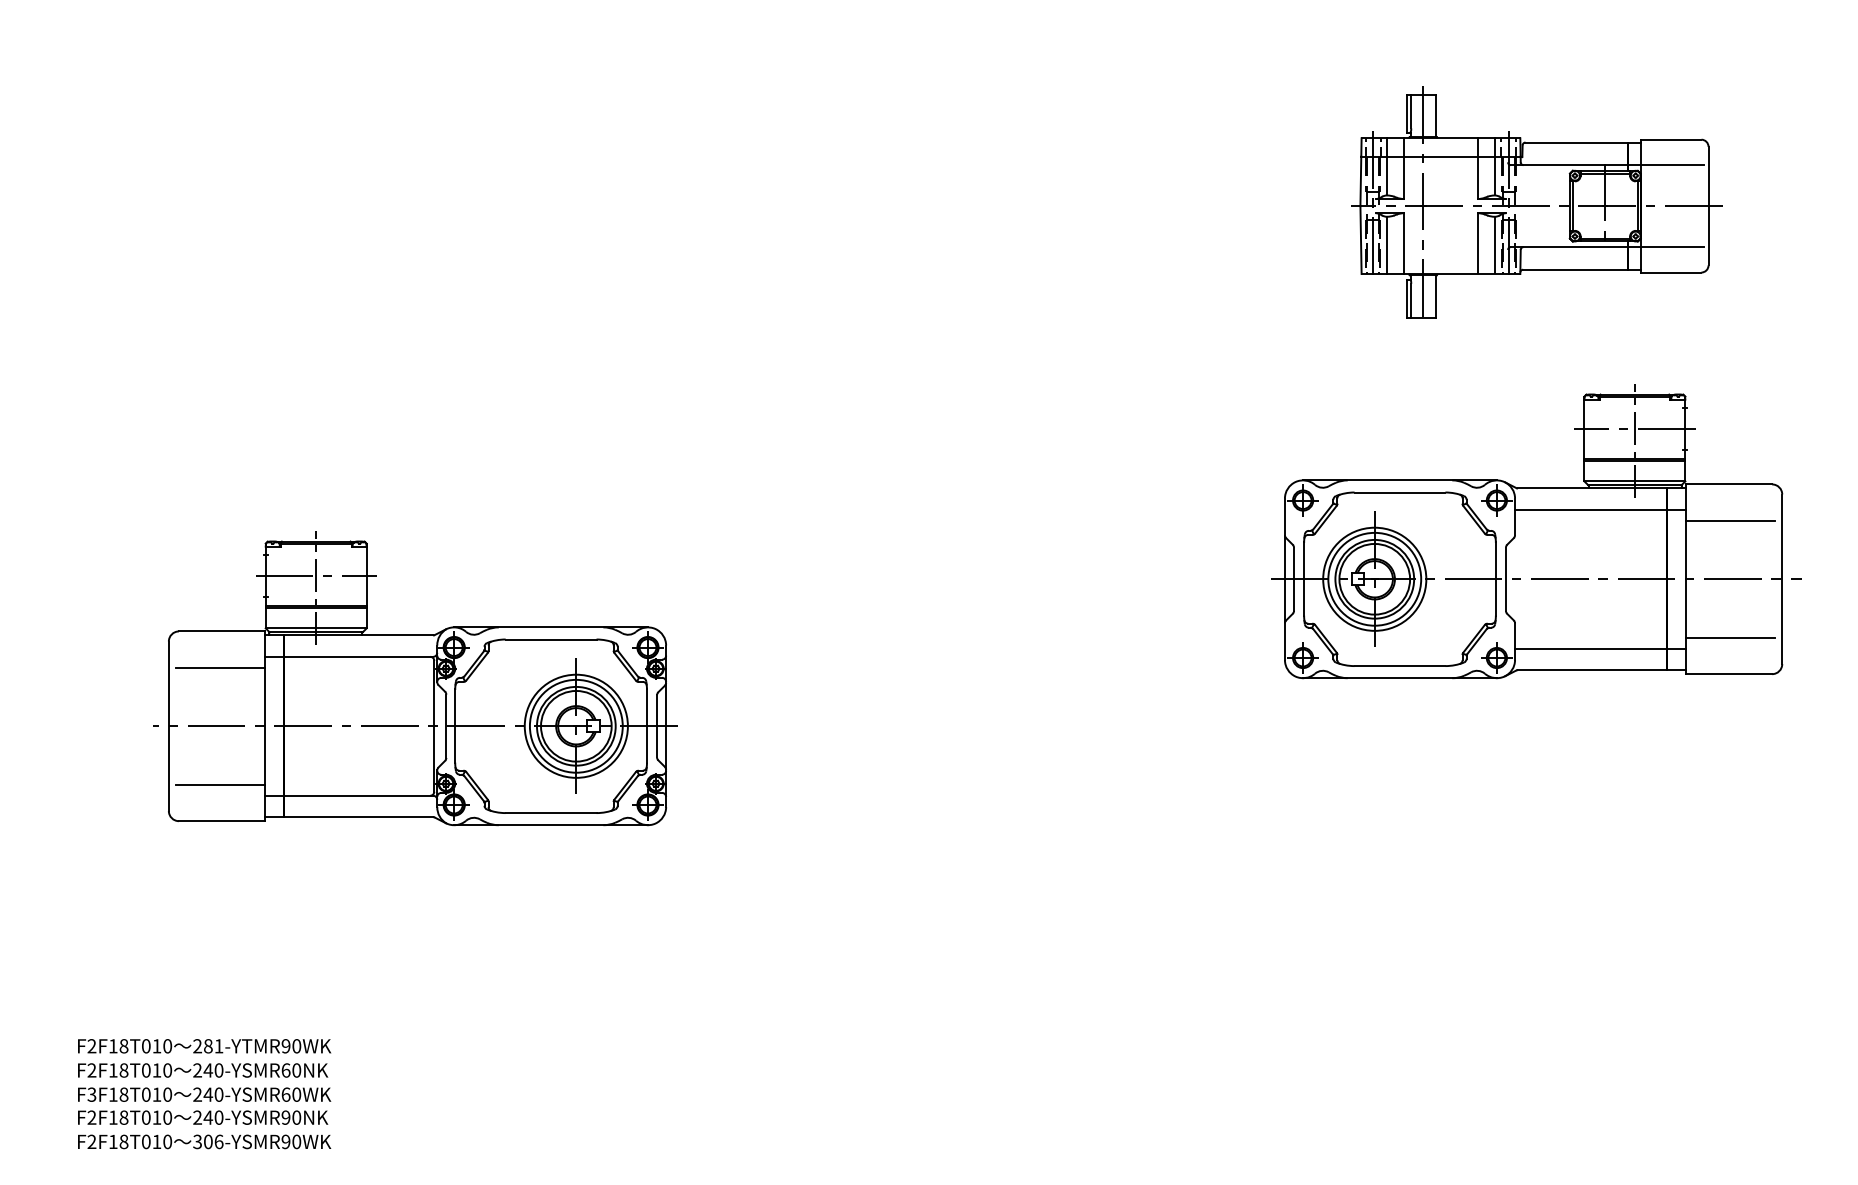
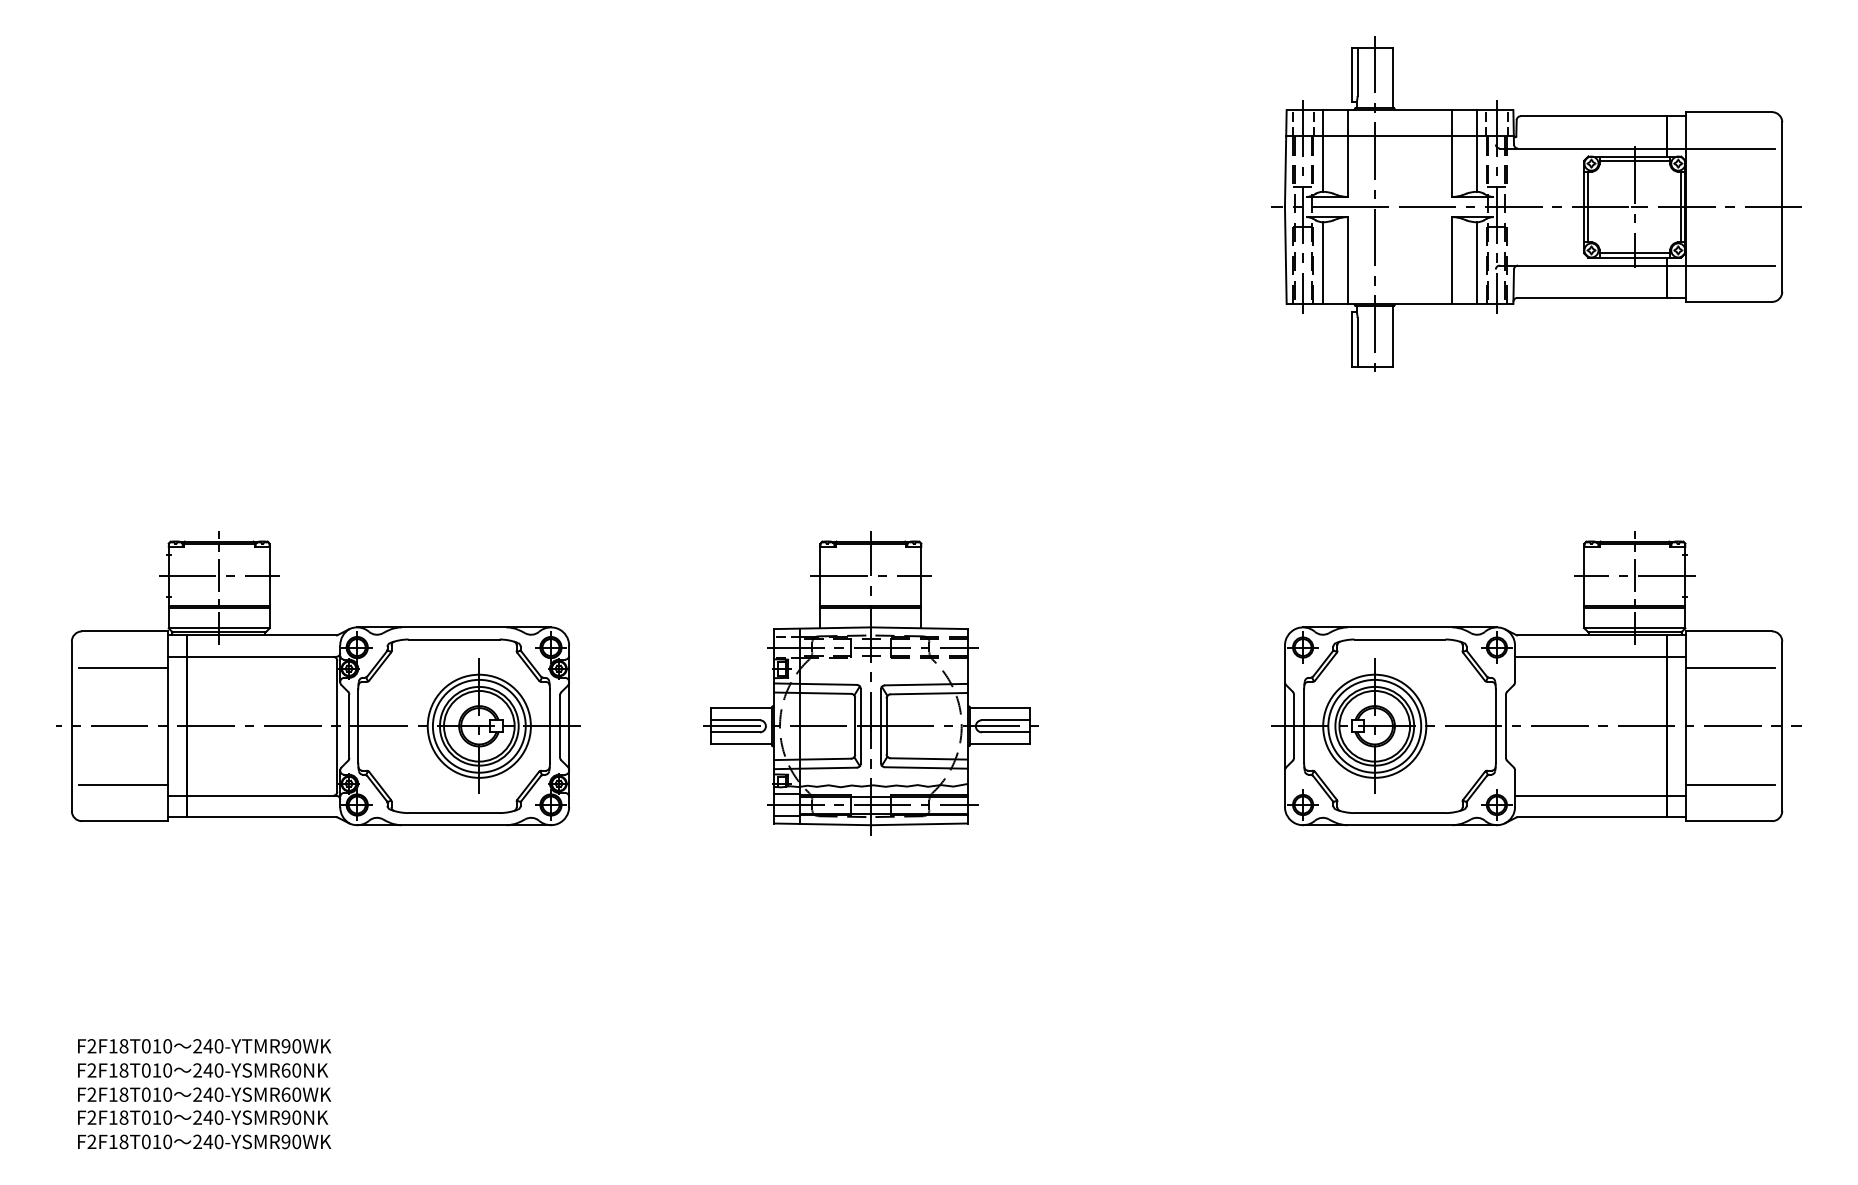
part at (1536, 202) size: 372x233 px -> 531x336 px
part at (1536, 531) position: (1536, 531) -> (1536, 678)
part at (415, 678) position: (415, 678) -> (318, 678)
part at (870, 683): none -> present
text at (213, 1046): 281-YTMR90WK -> 240-YTMR90WK
text at (91, 1094): F3F18T010 -> F2F18T010
text at (208, 1141): 306-YSMR90WK -> 240-YSMR90WK
